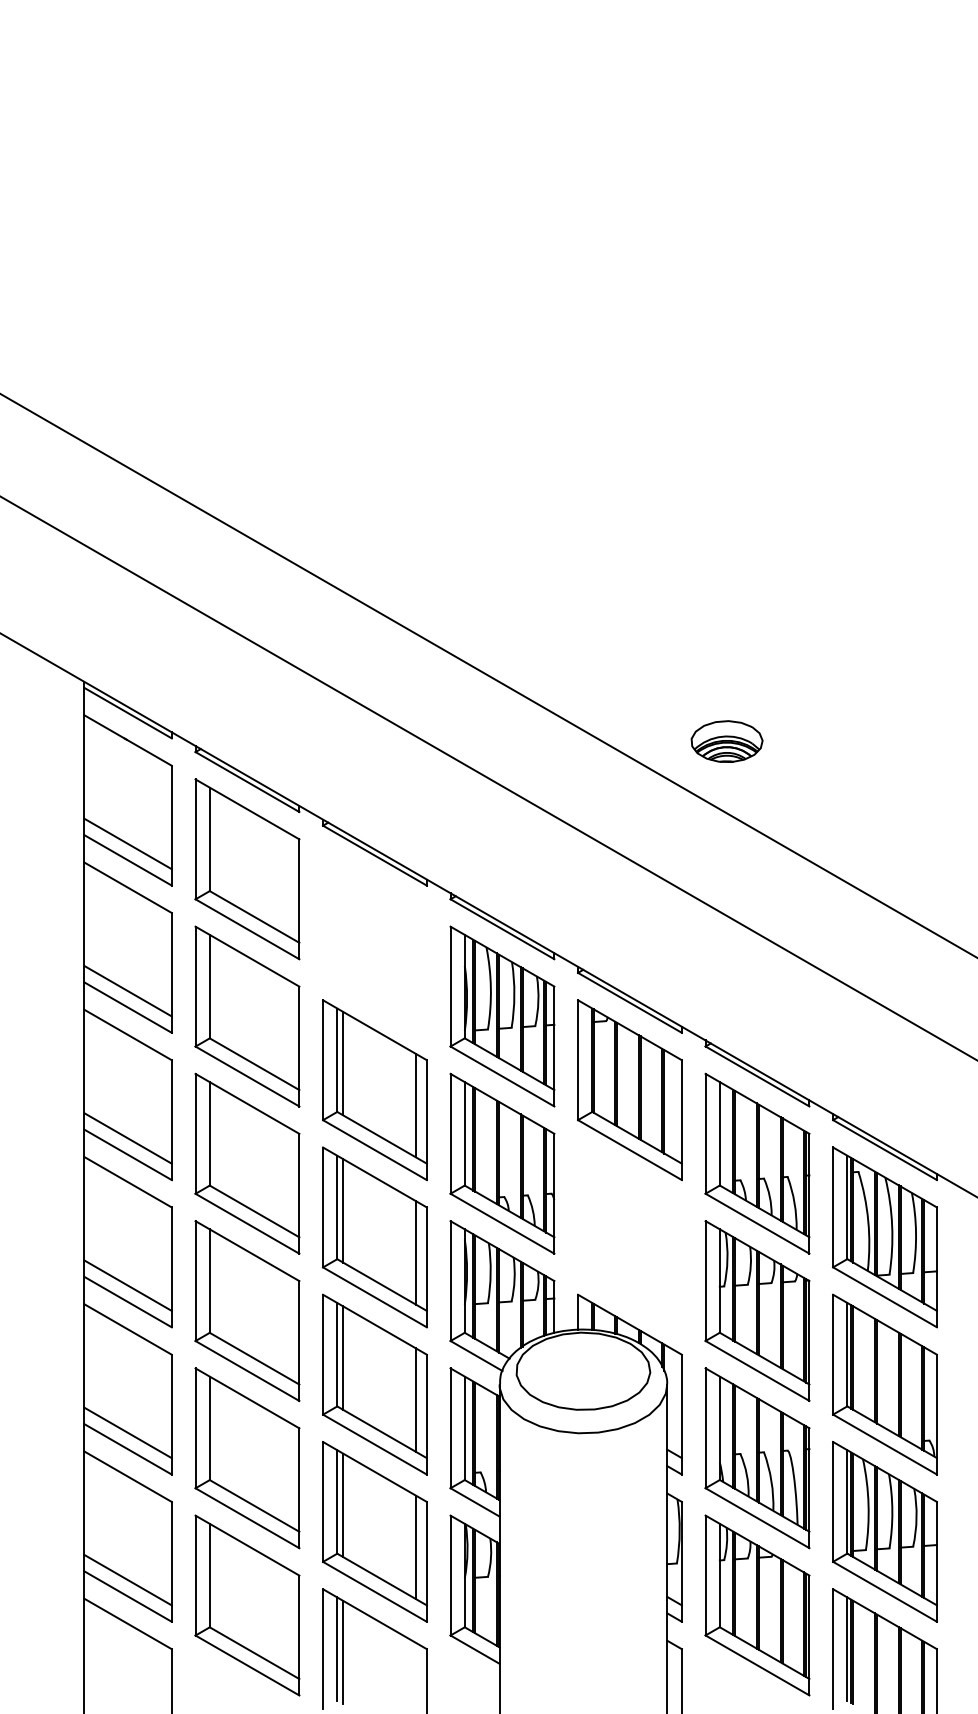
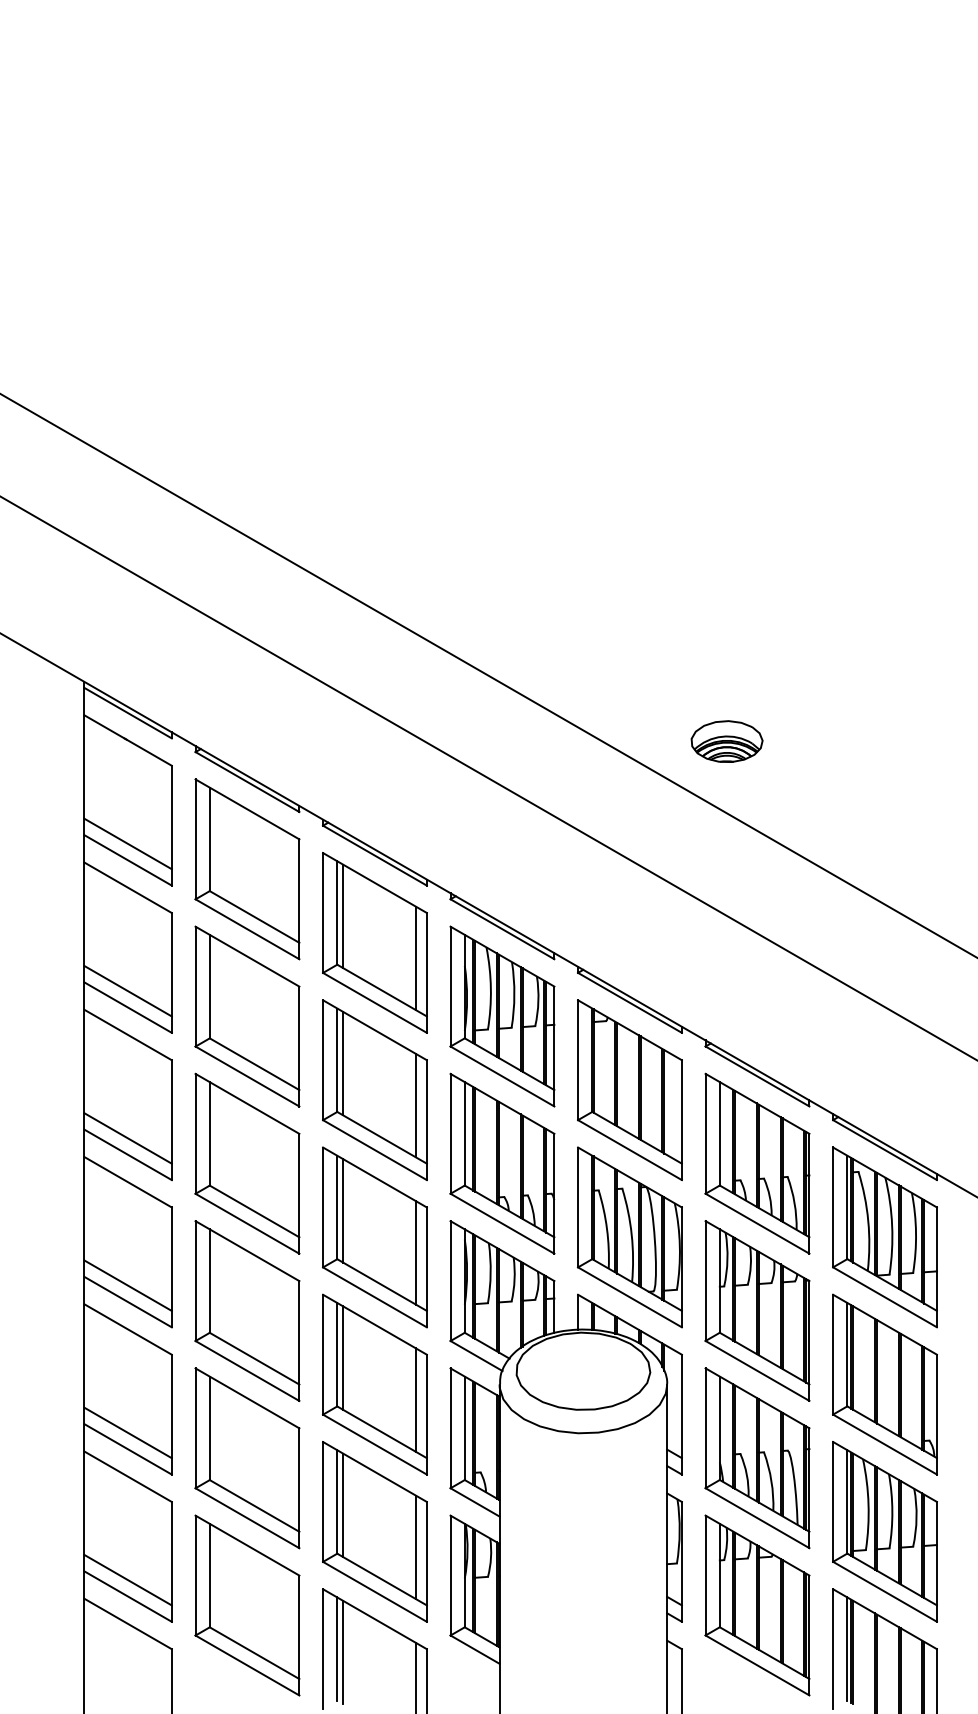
part at (374, 942): none -> present
part at (629, 1237): none -> present
line at (415, 1676): none -> present
